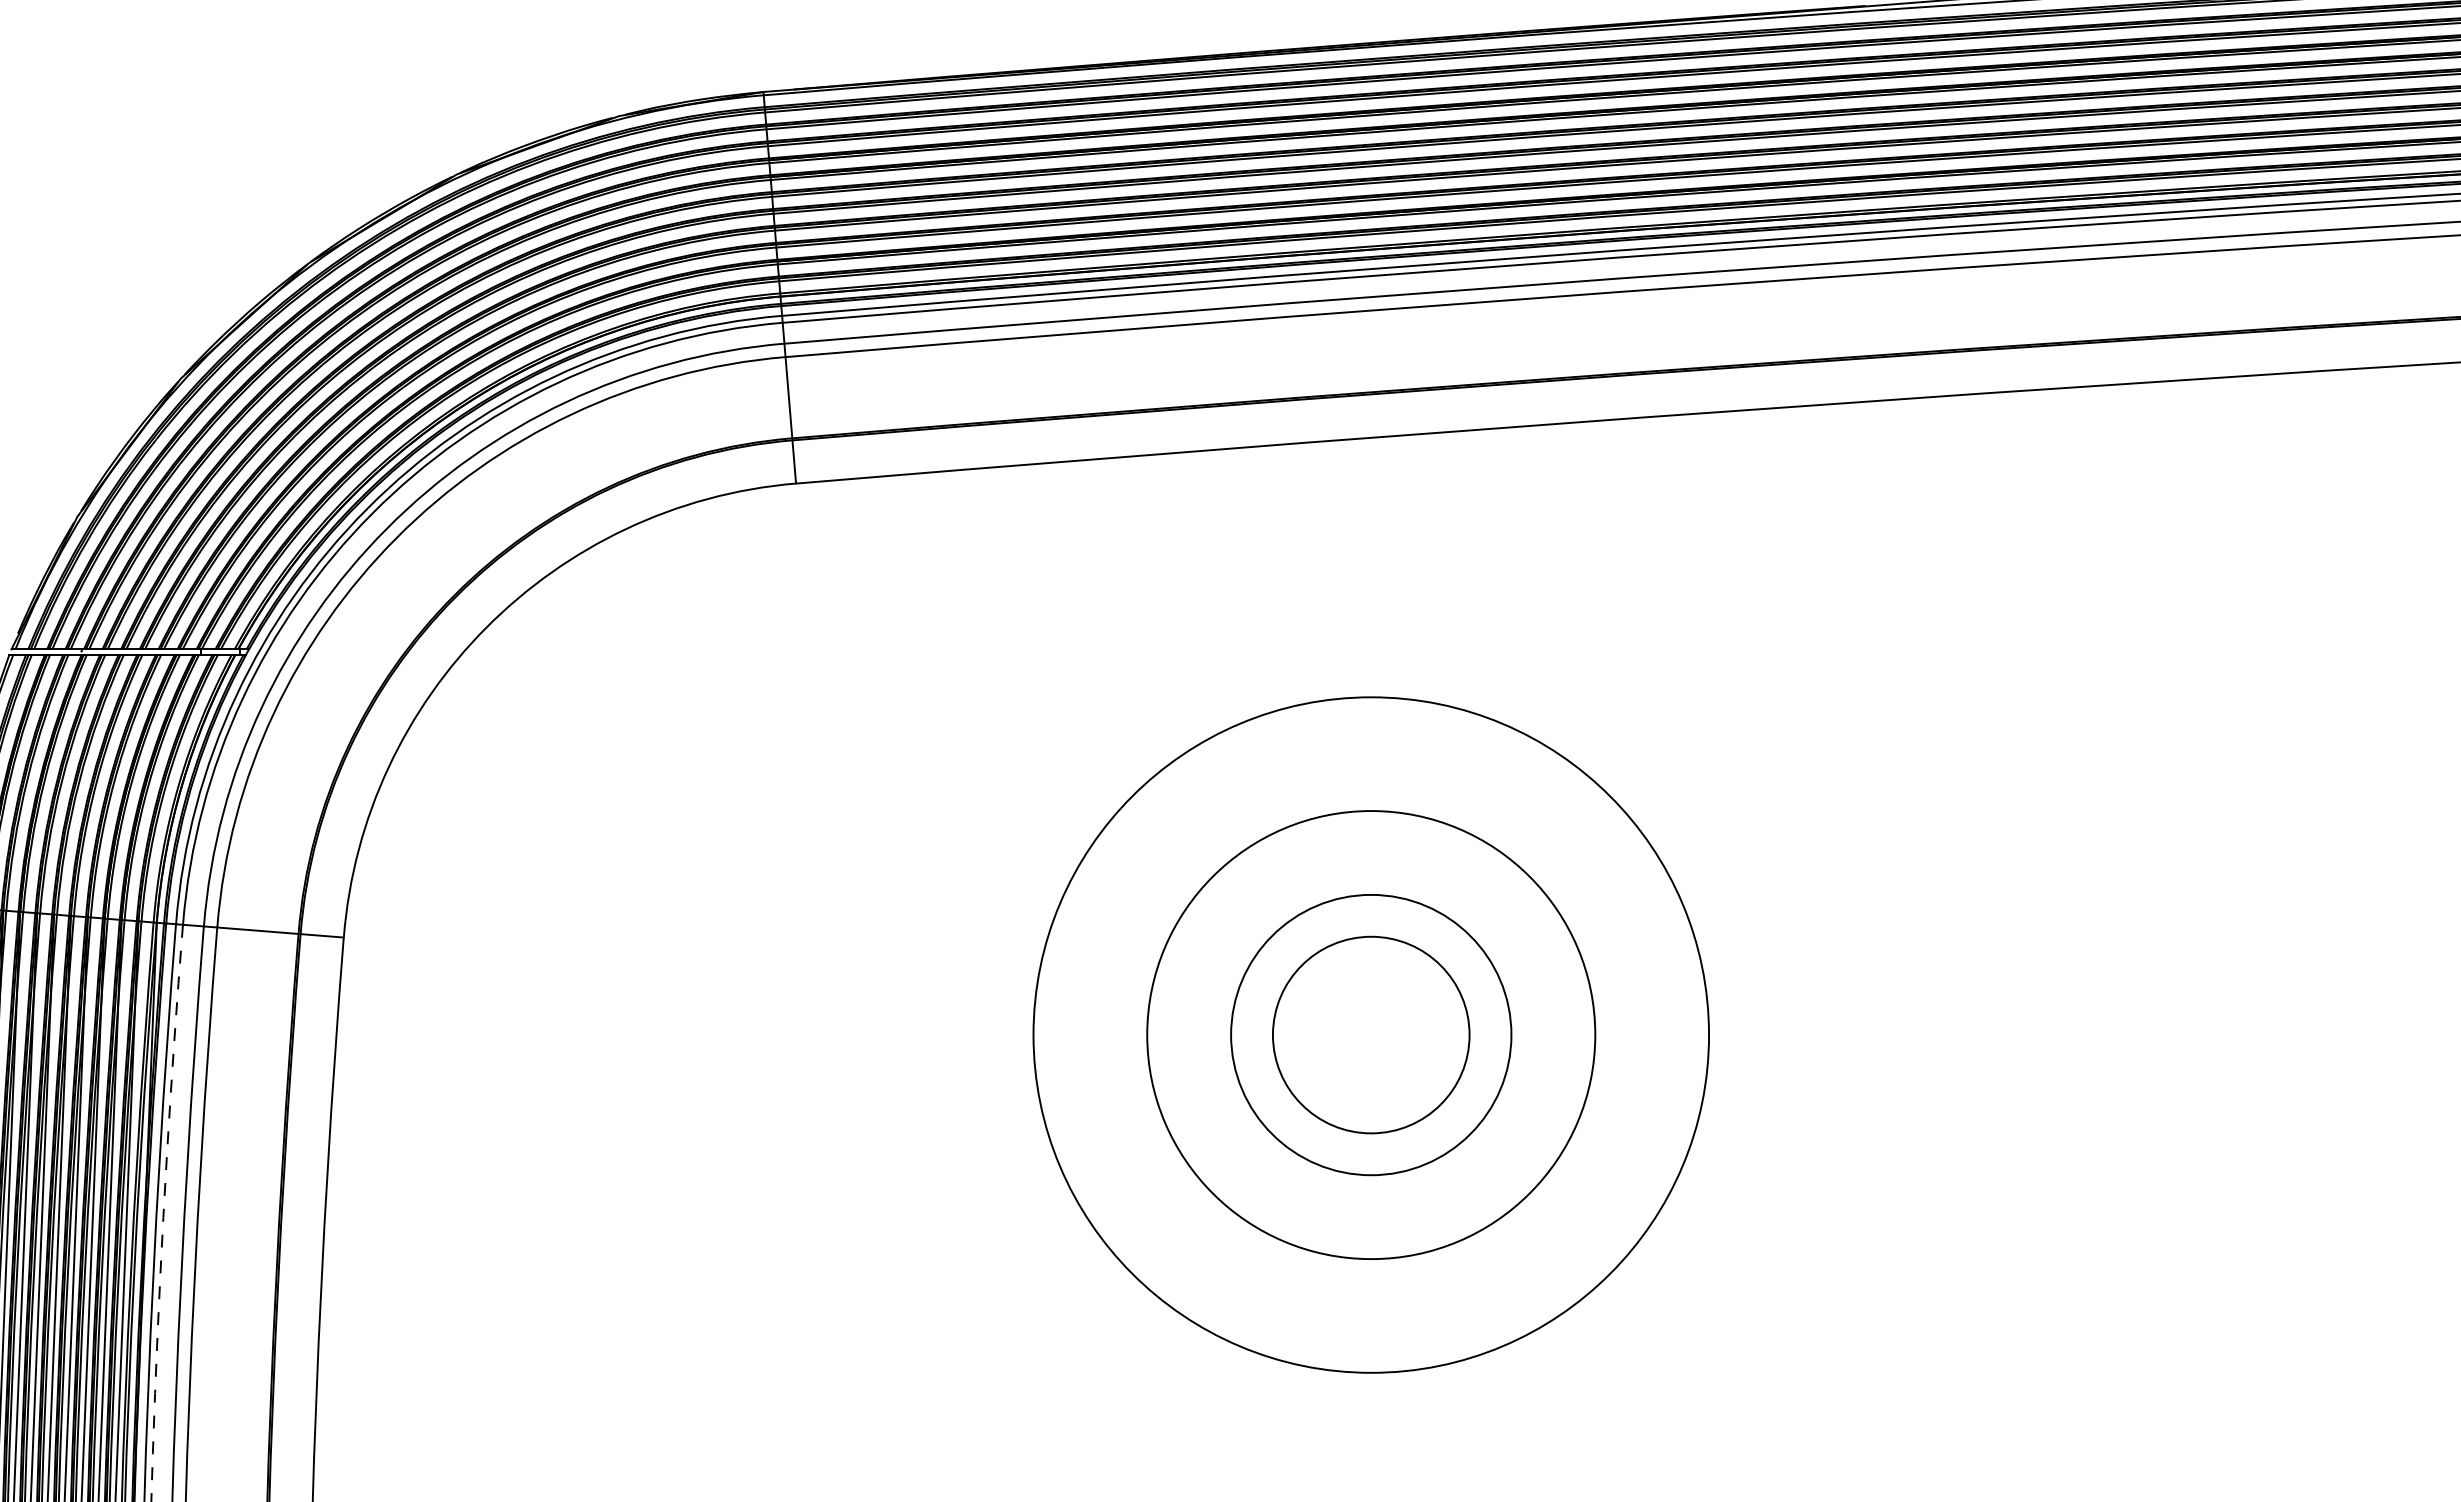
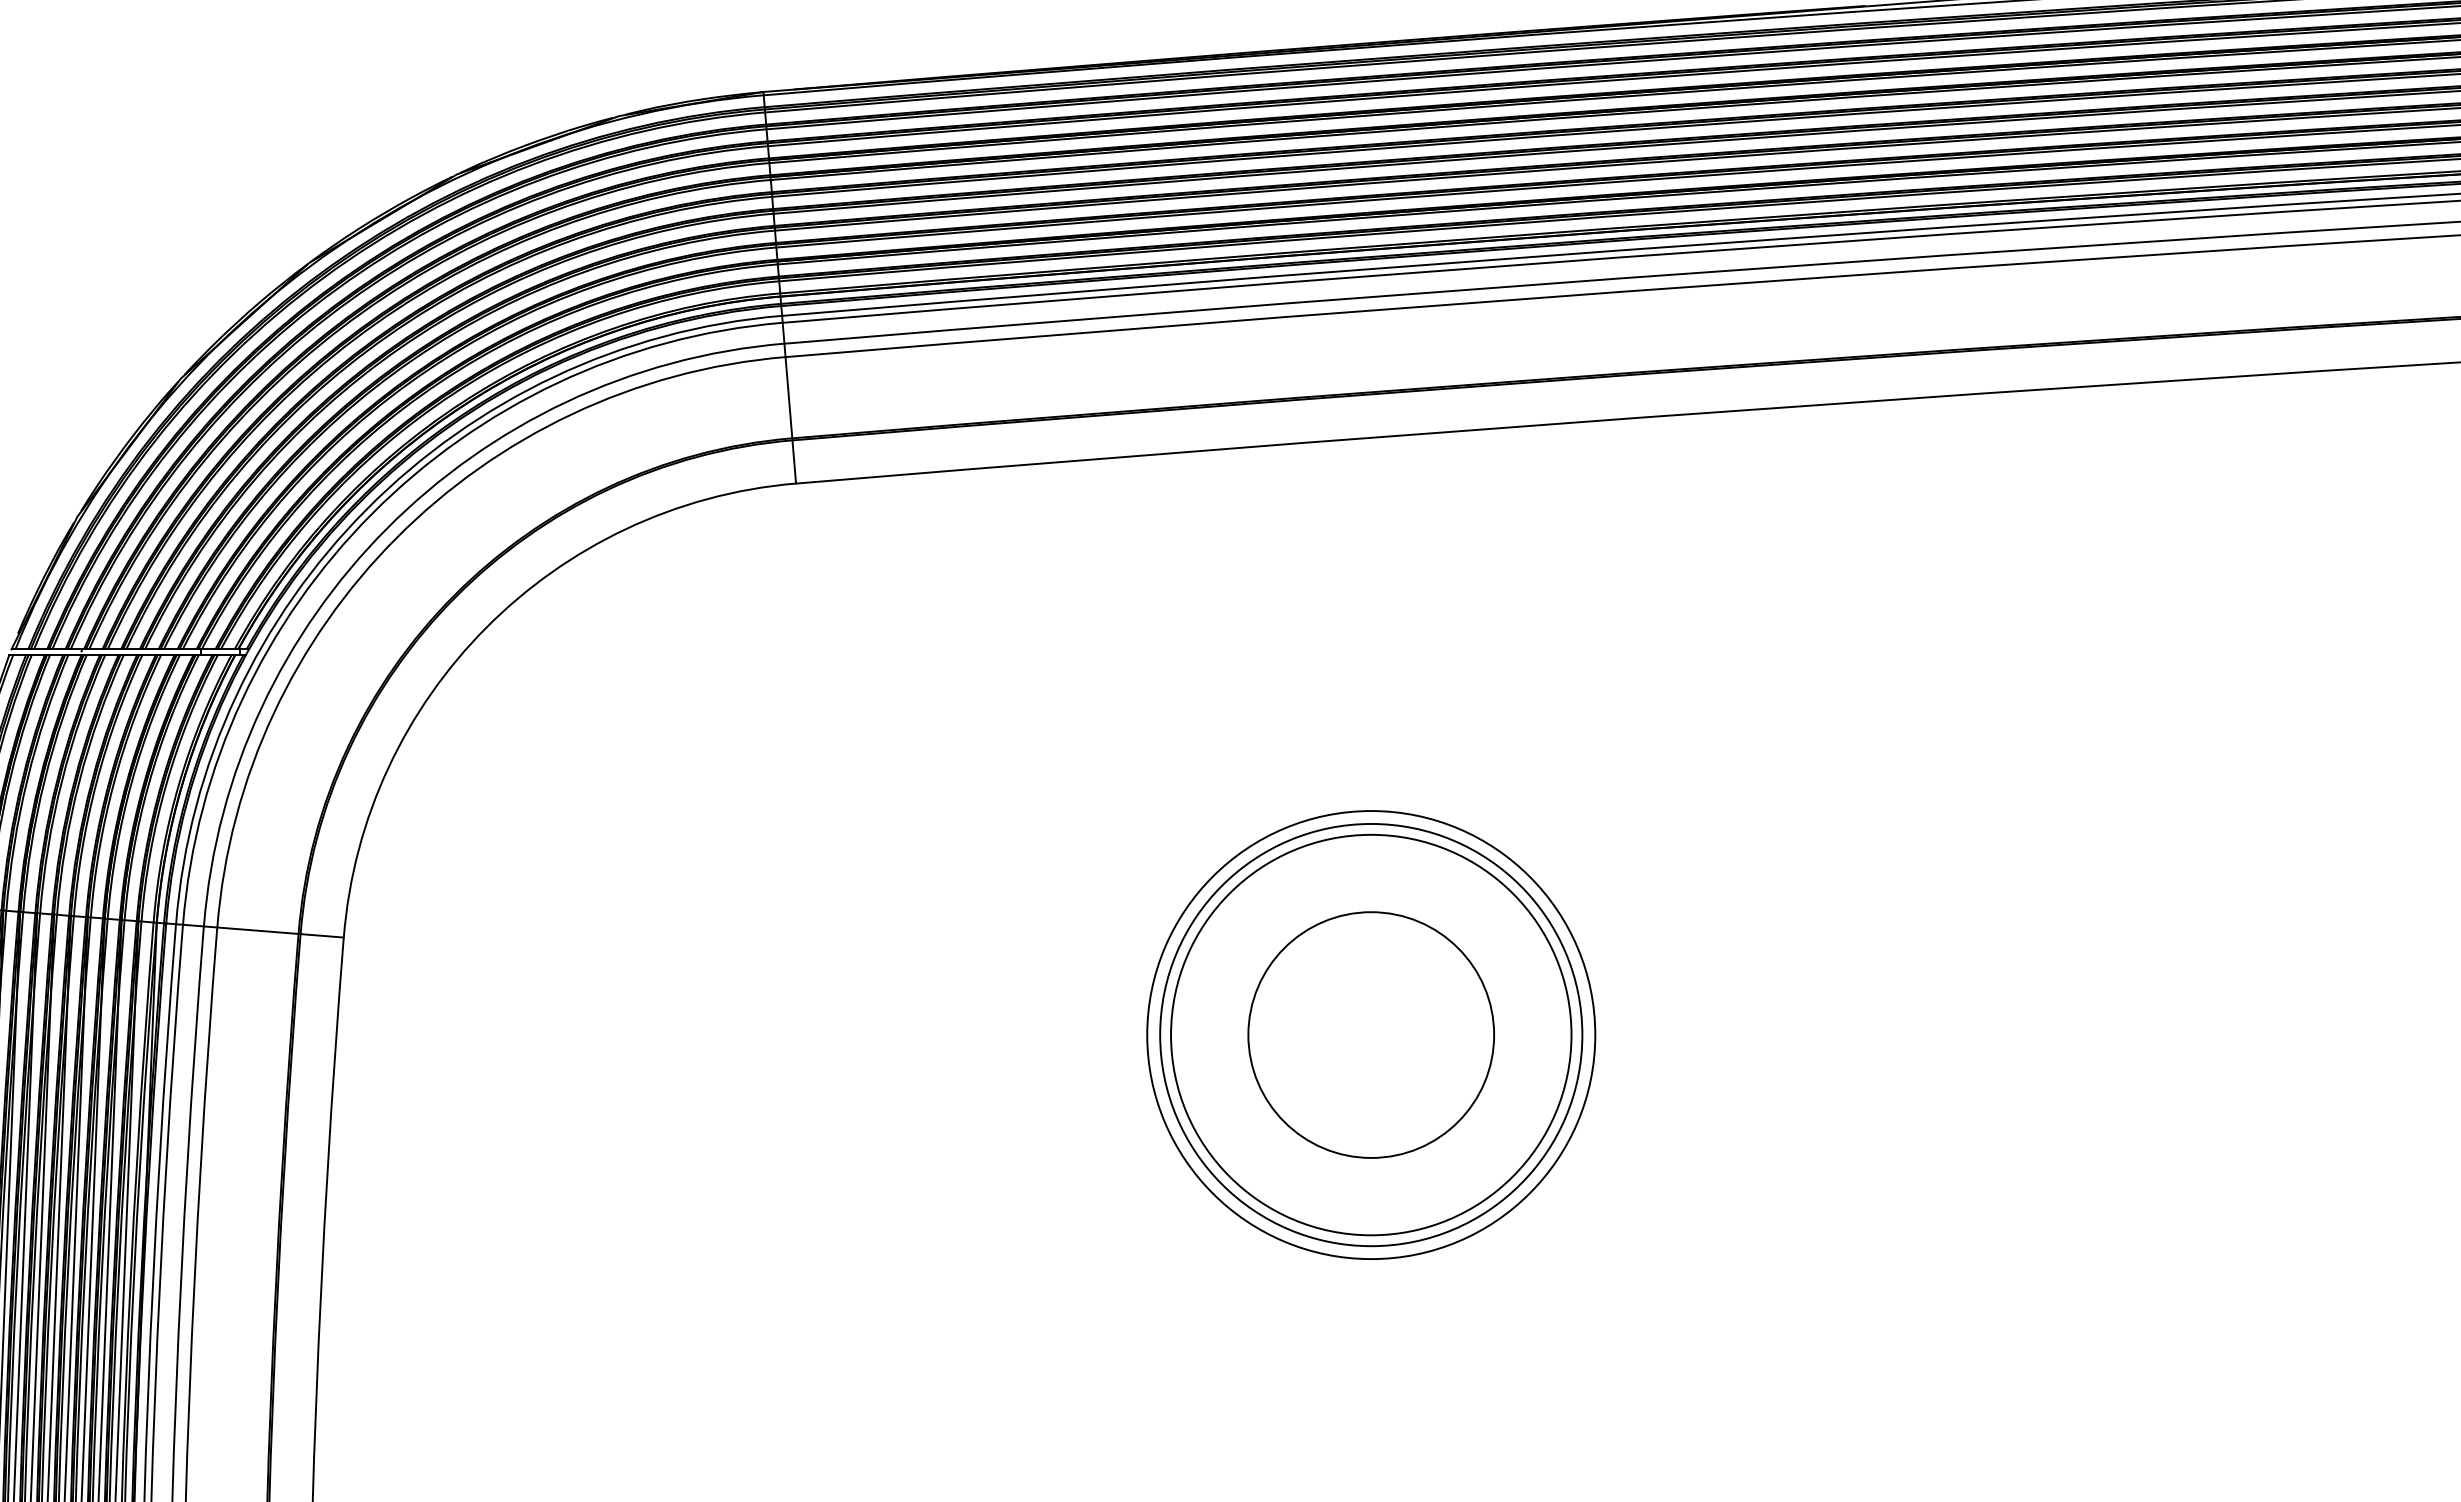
circle at (1370, 1034) diameter: 197 px -> 246 px
circle at (1371, 1034) diameter: 280 px -> 400 px
circle at (1371, 1034) diameter: 676 px -> 422 px
arc at (163, 1213): dashed -> solid
